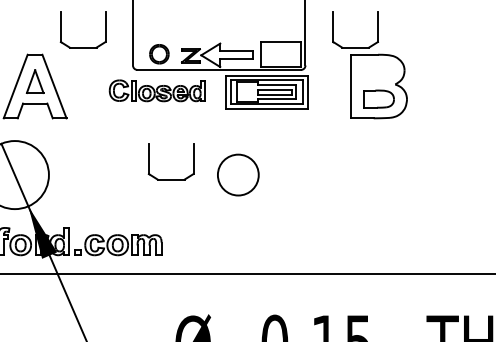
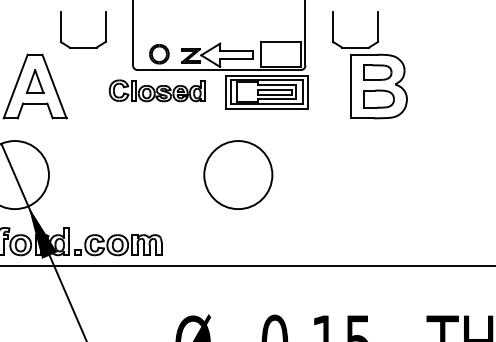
part at (377, 72): none -> present
circle at (237, 174) diameter: 41 px -> 68 px
part at (170, 179): present -> none
line at (247, 273) position: (247, 273) -> (247, 265)
